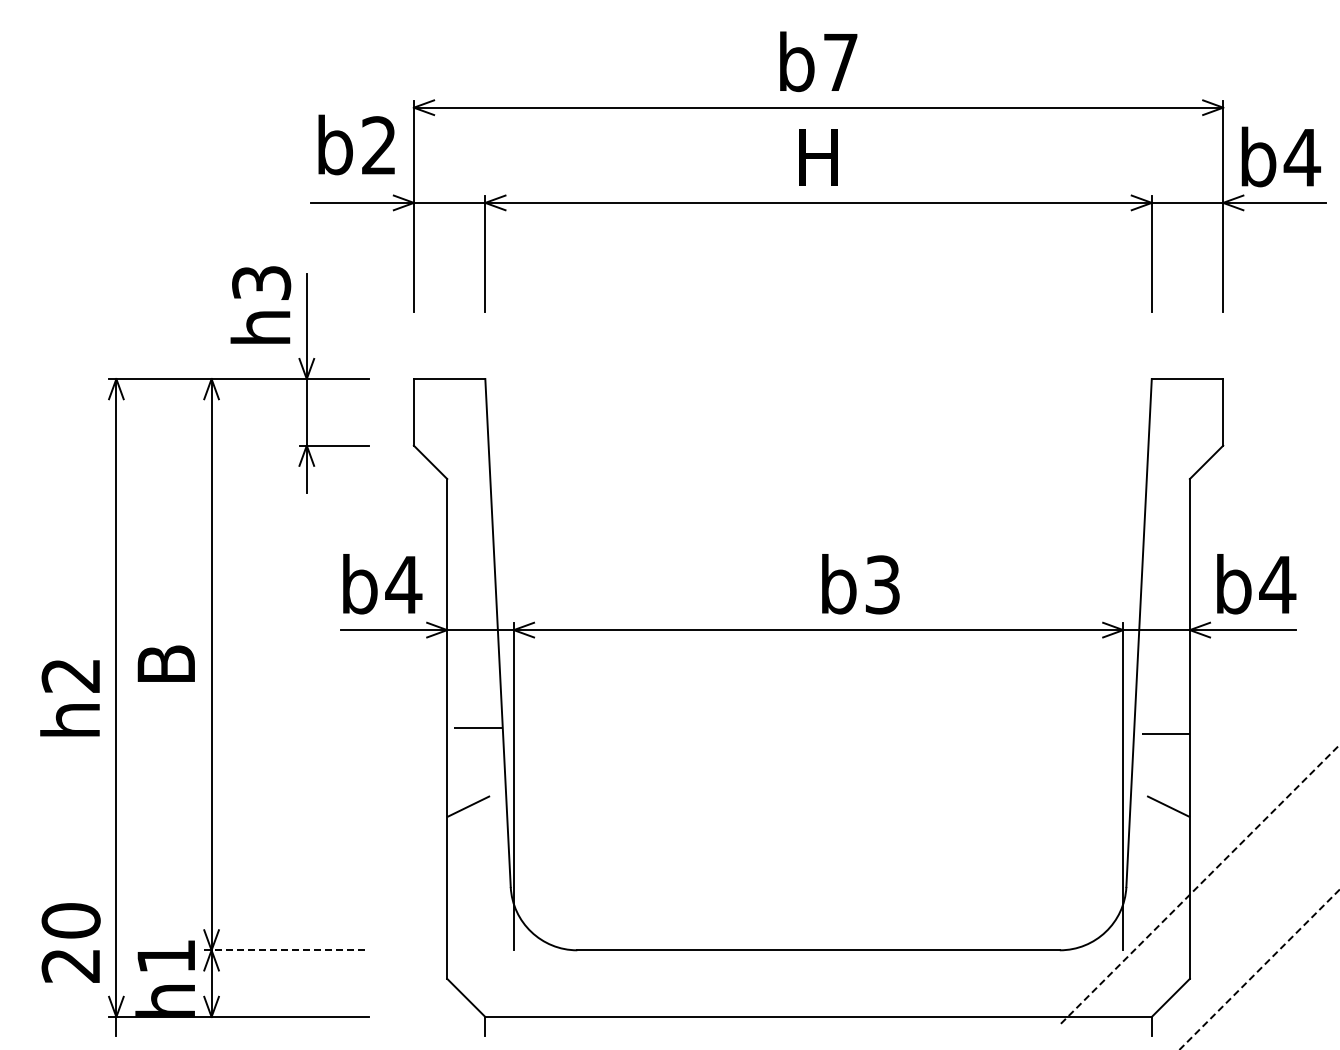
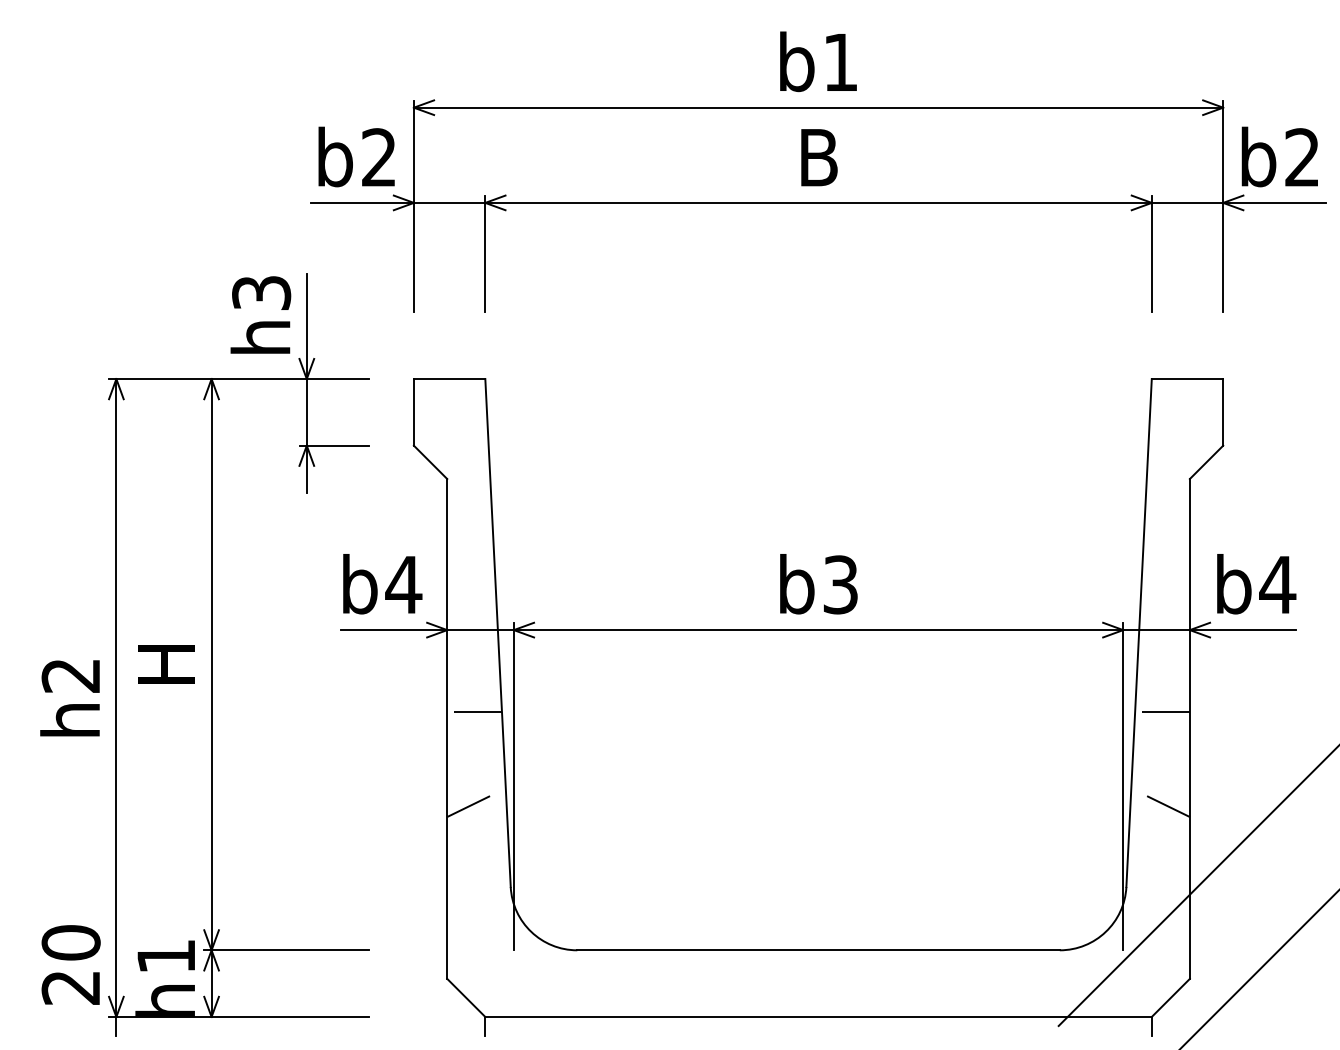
text at (840, 62): b7 -> b1
text at (356, 144) position: (356, 144) -> (356, 156)
text at (818, 157): H -> B
text at (1302, 157): b4 -> b2
text at (260, 304) position: (260, 304) -> (260, 314)
text at (860, 584) position: (860, 584) -> (818, 584)
text at (165, 664): B -> H
line at (474, 728) position: (474, 728) -> (474, 712)
line at (1162, 734) position: (1162, 734) -> (1162, 712)
line at (1199, 885): dashed -> solid
text at (70, 942) position: (70, 942) -> (70, 964)
line at (287, 950): dashed -> solid
line at (1259, 969): dashed -> solid
